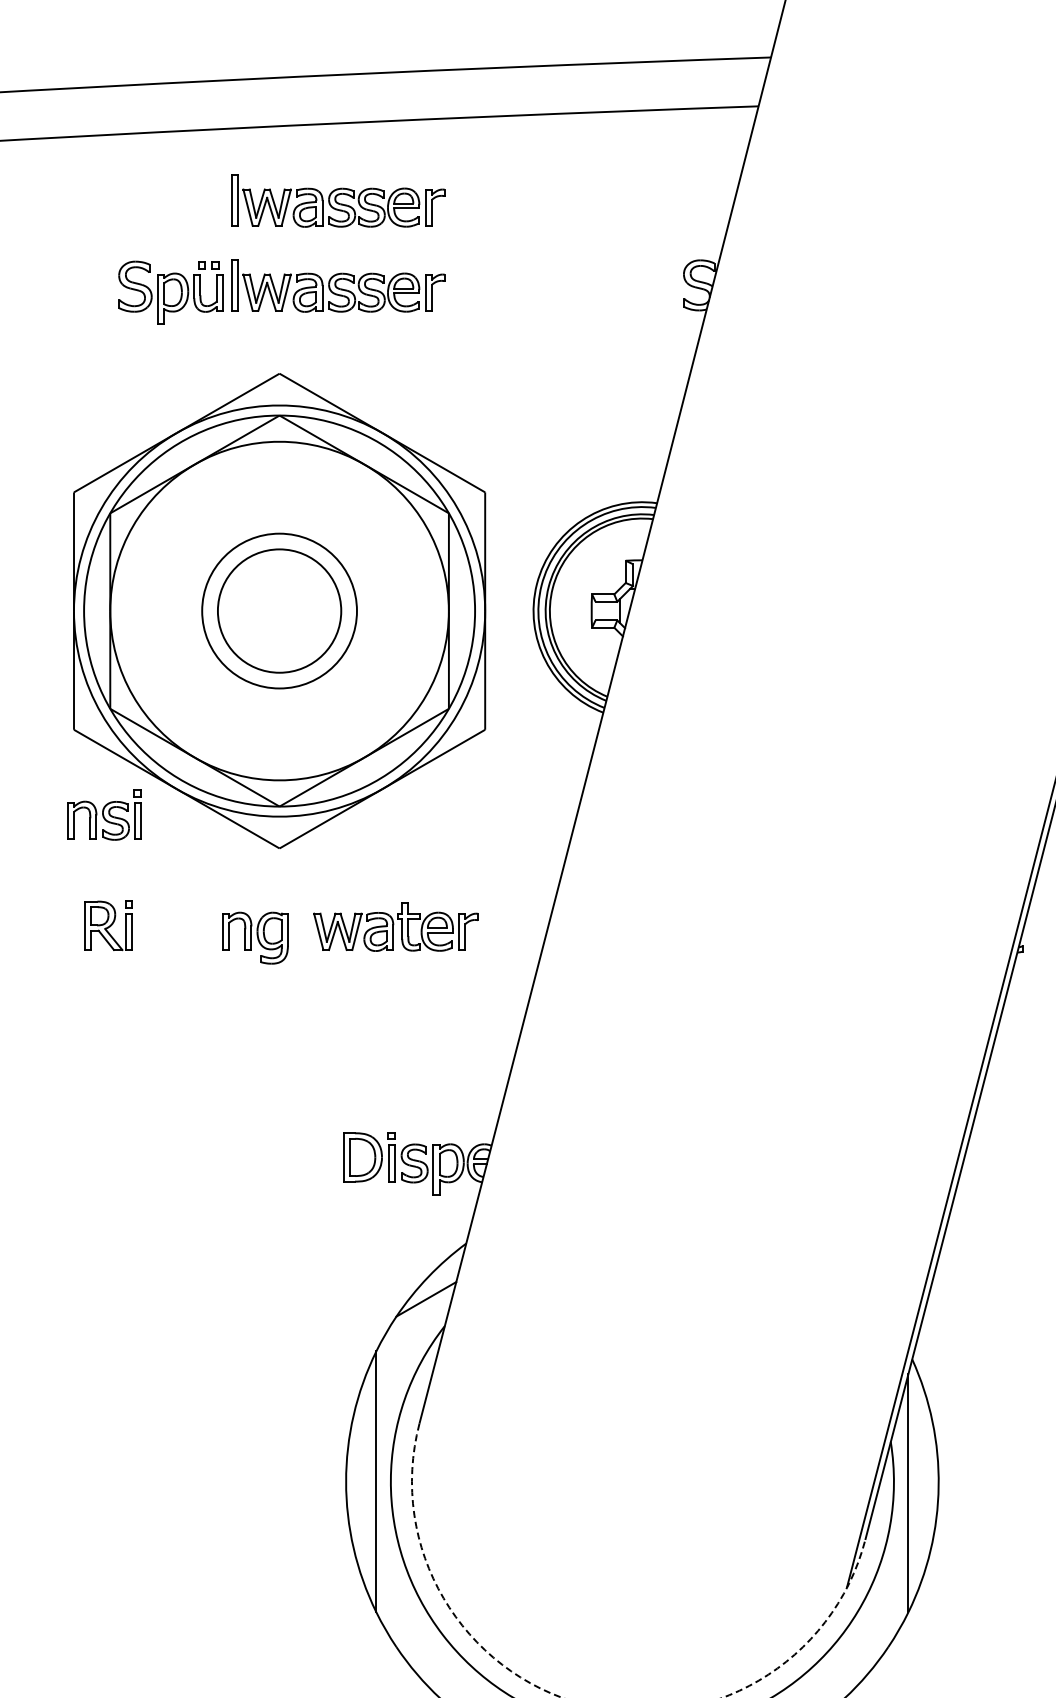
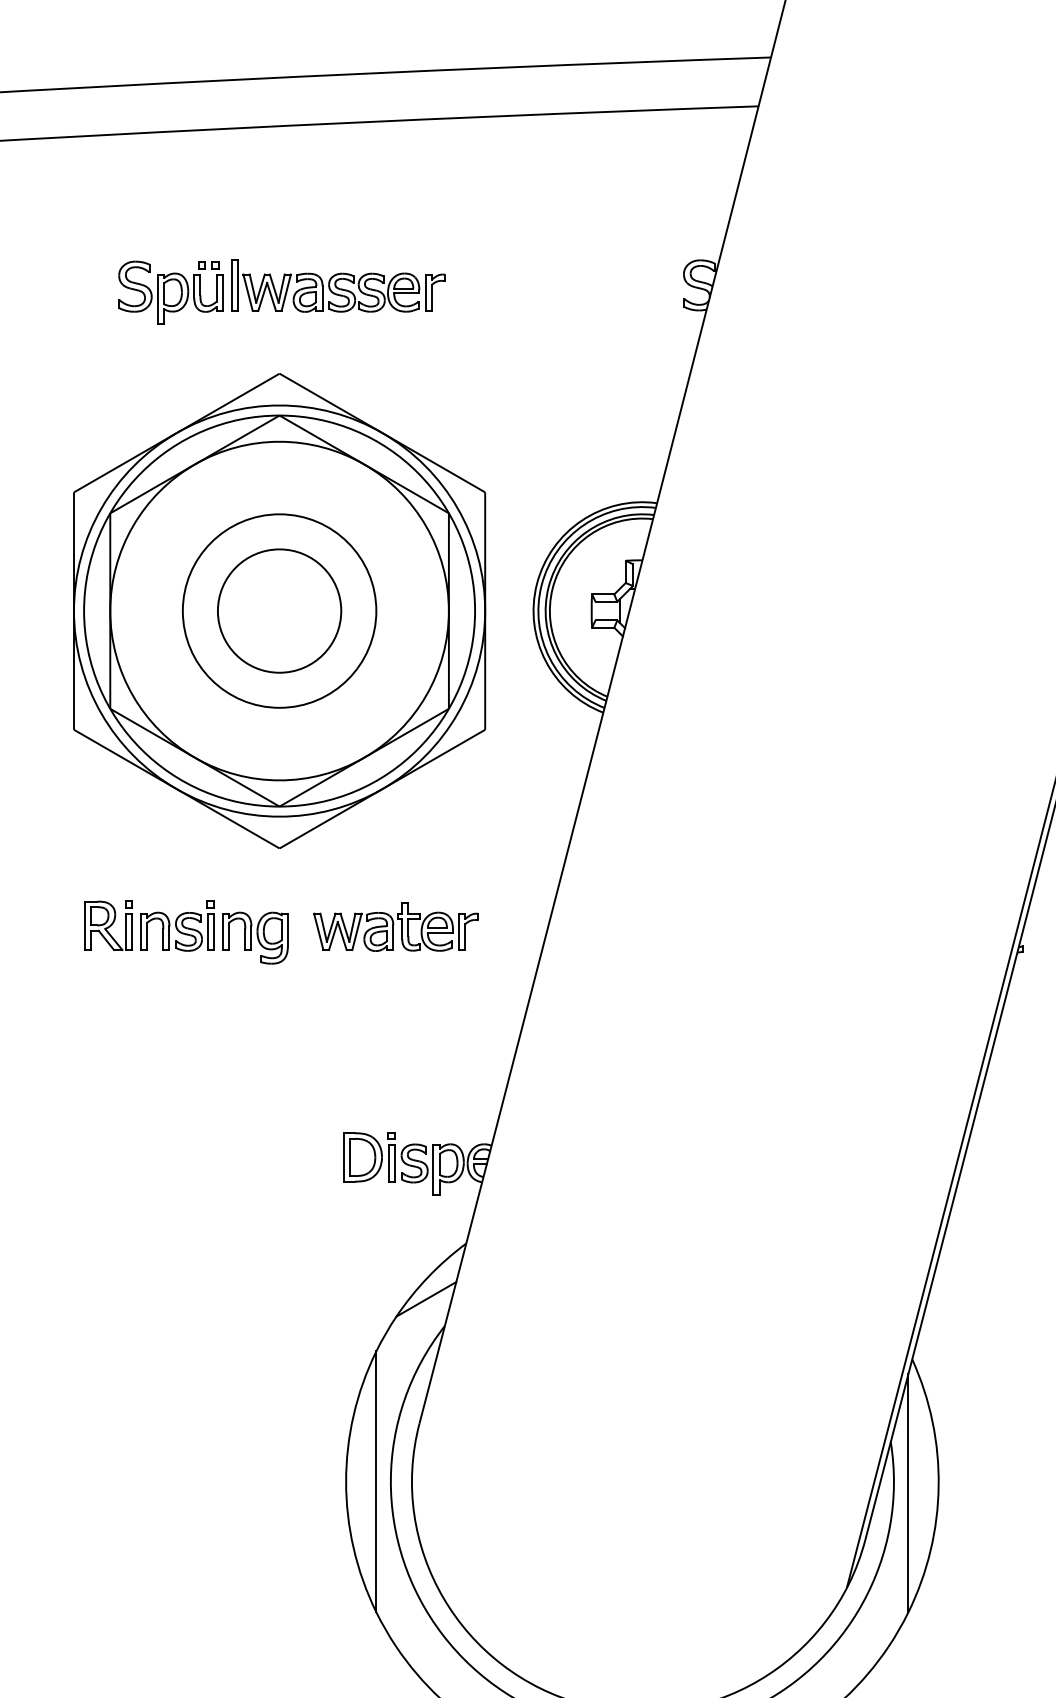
part at (338, 200): present -> none
circle at (279, 610) diameter: 155 px -> 193 px
part at (104, 814) position: (104, 814) -> (177, 925)
arc at (511, 1671): dashed -> solid
